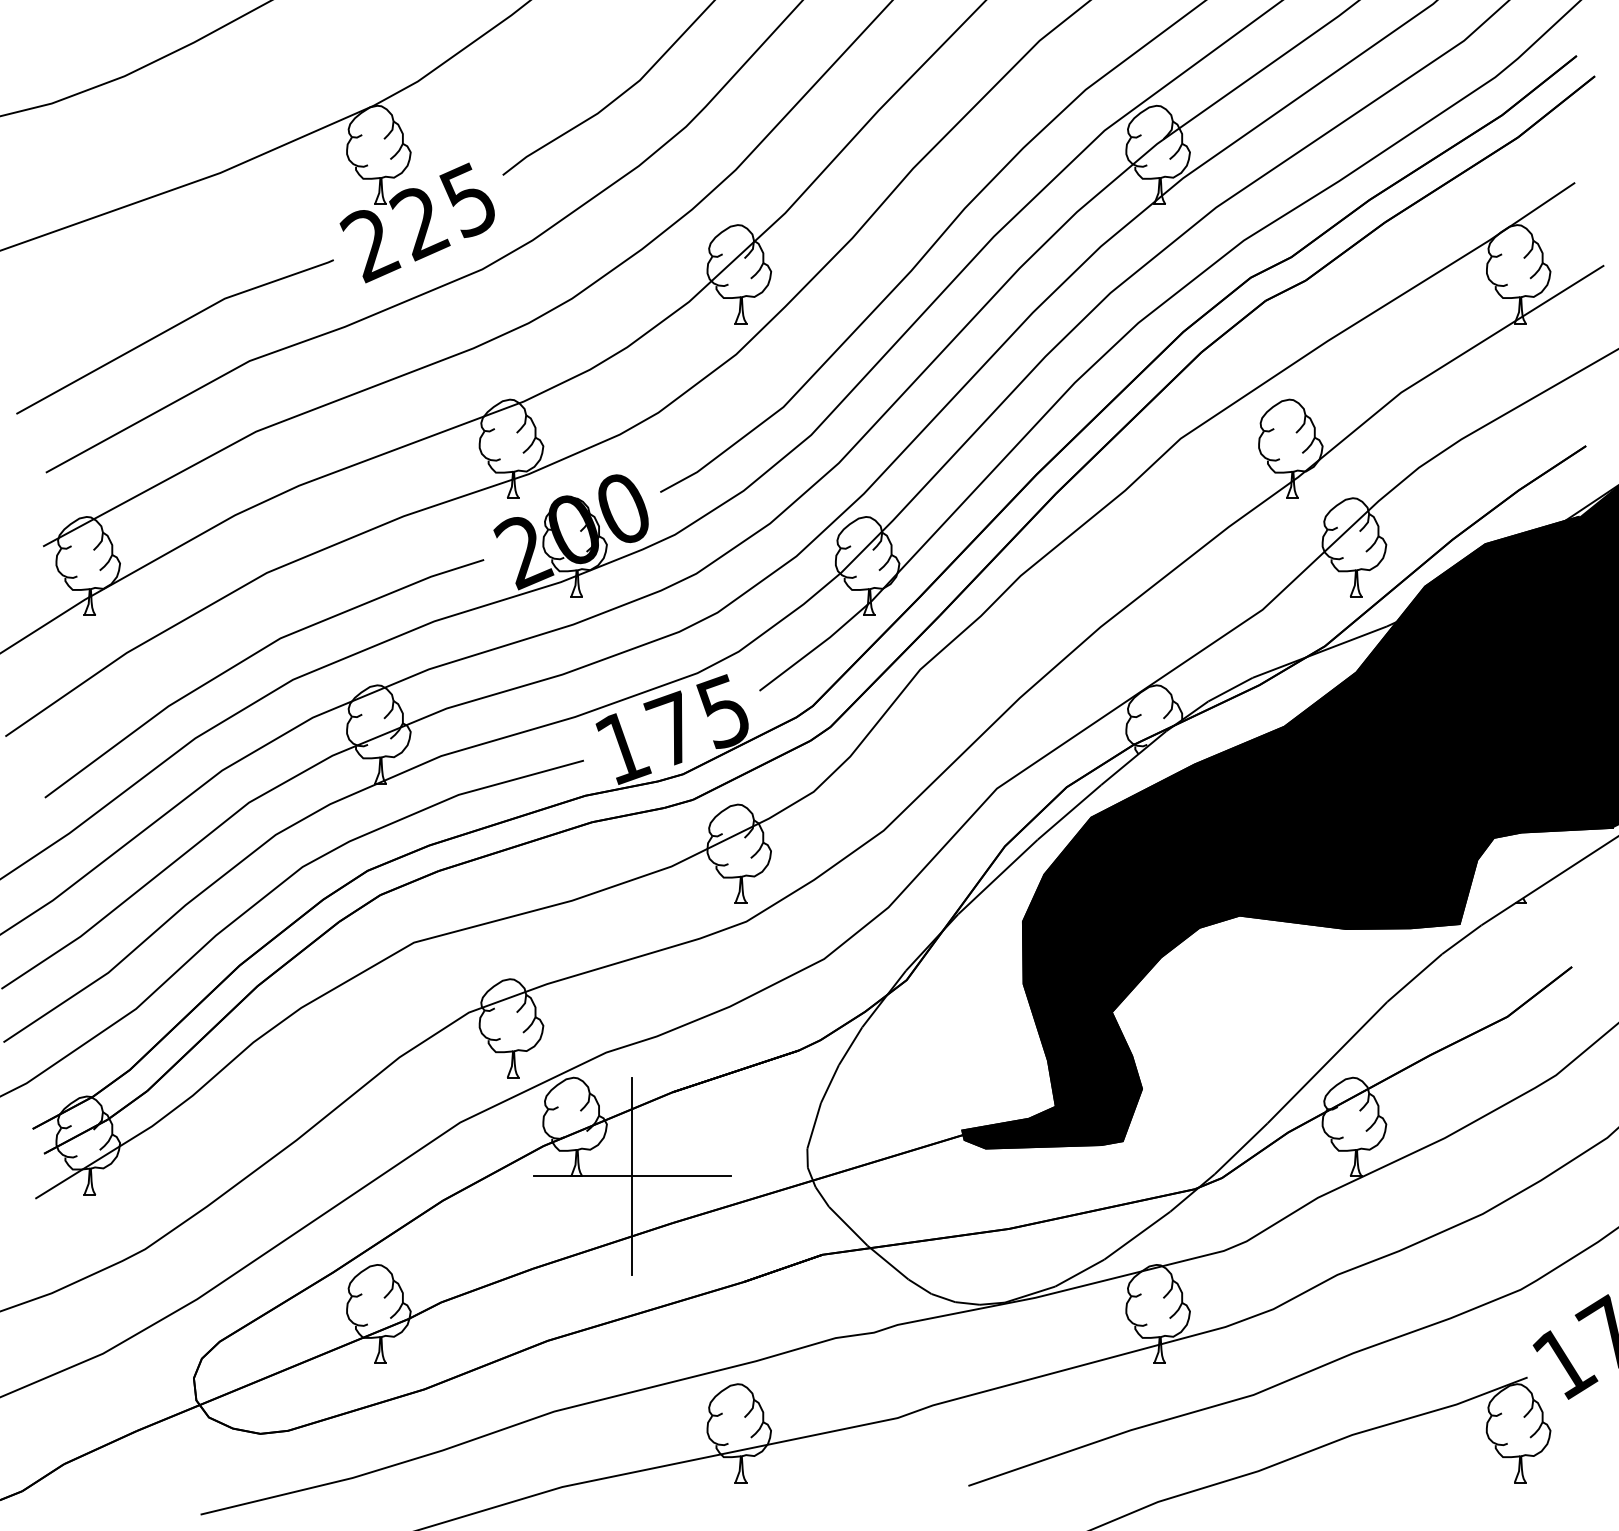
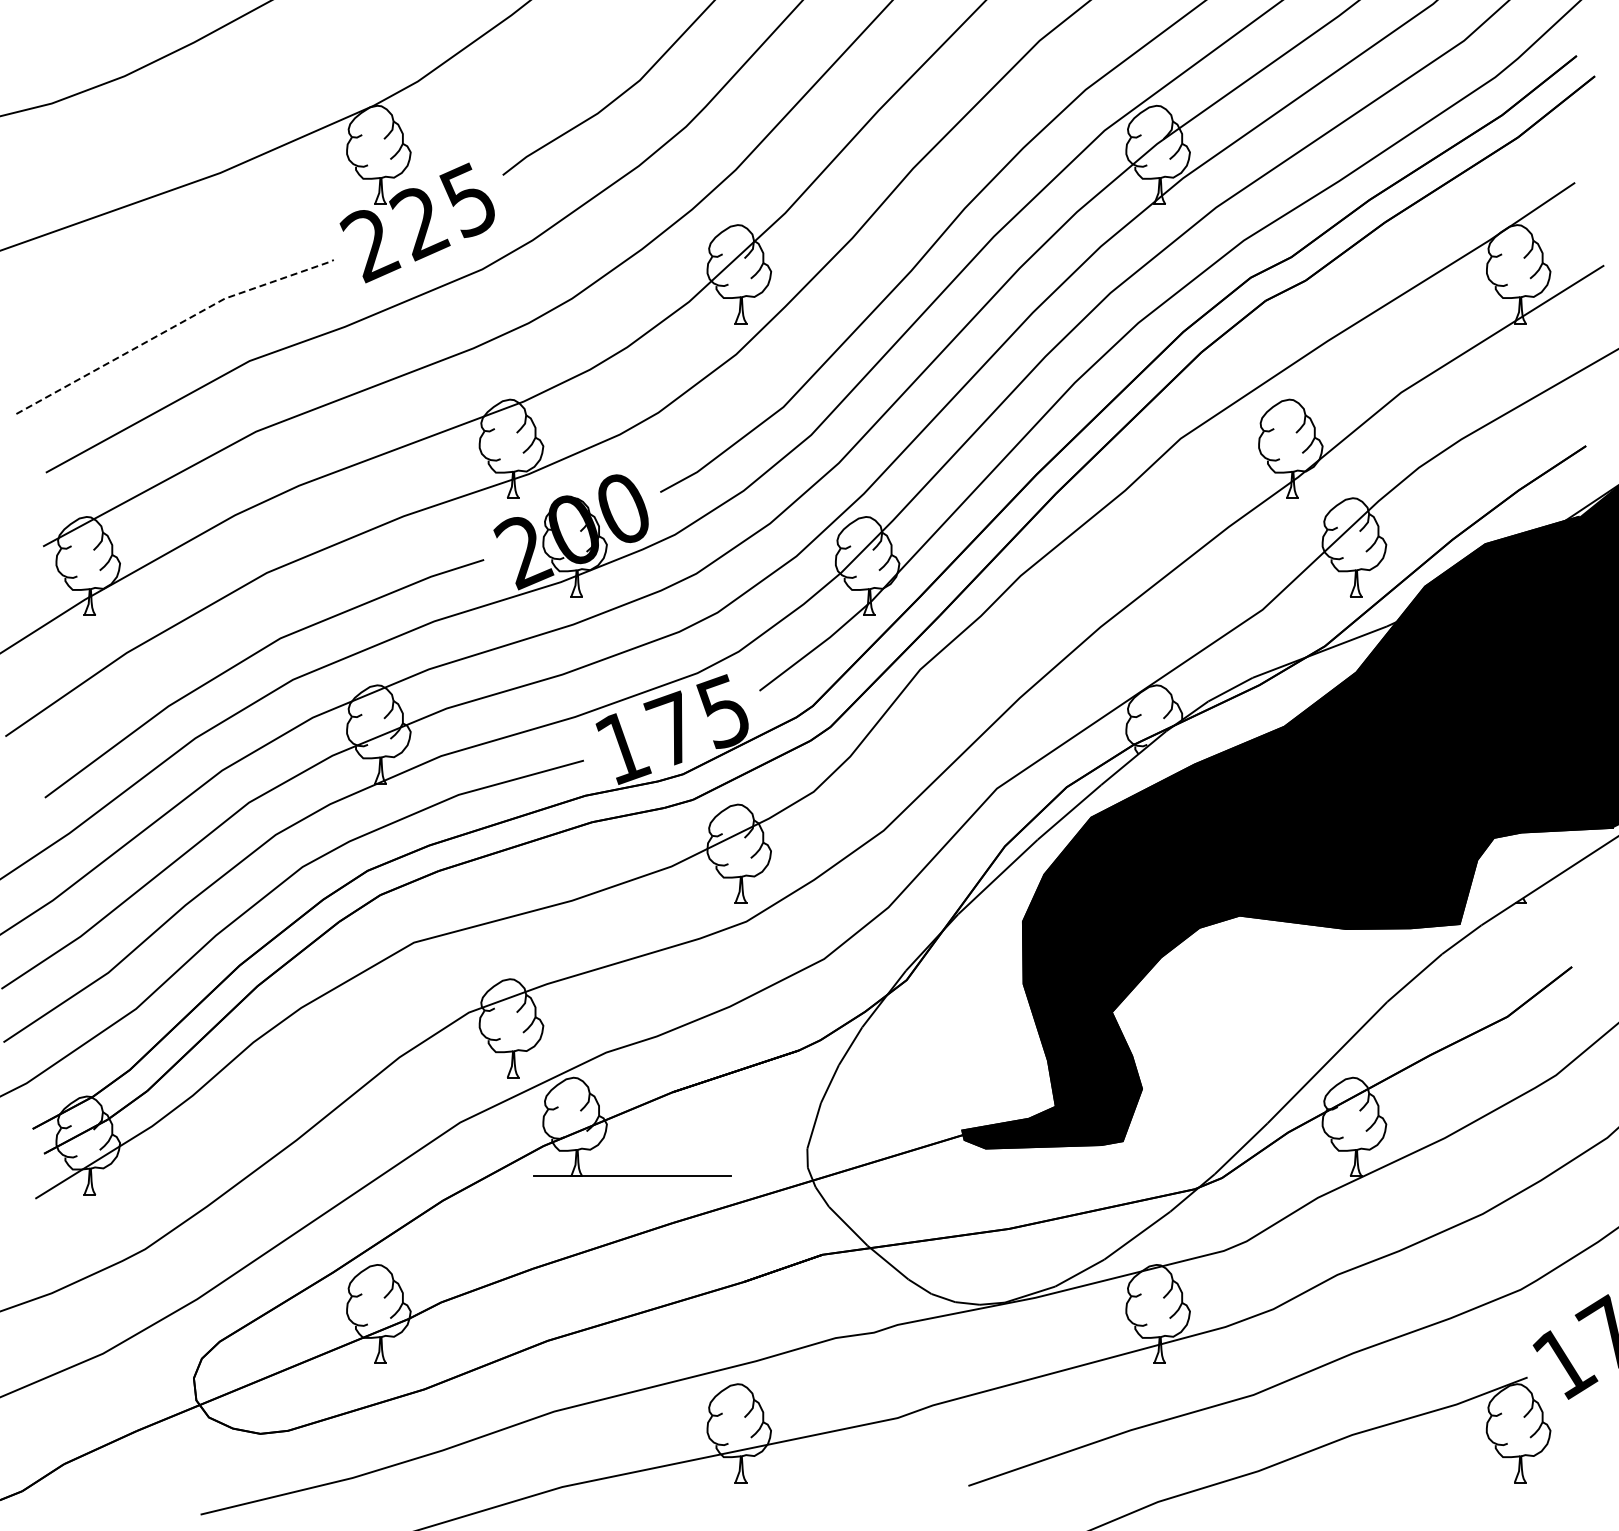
line at (172, 327): solid -> dashed
line at (632, 1176): present -> none
